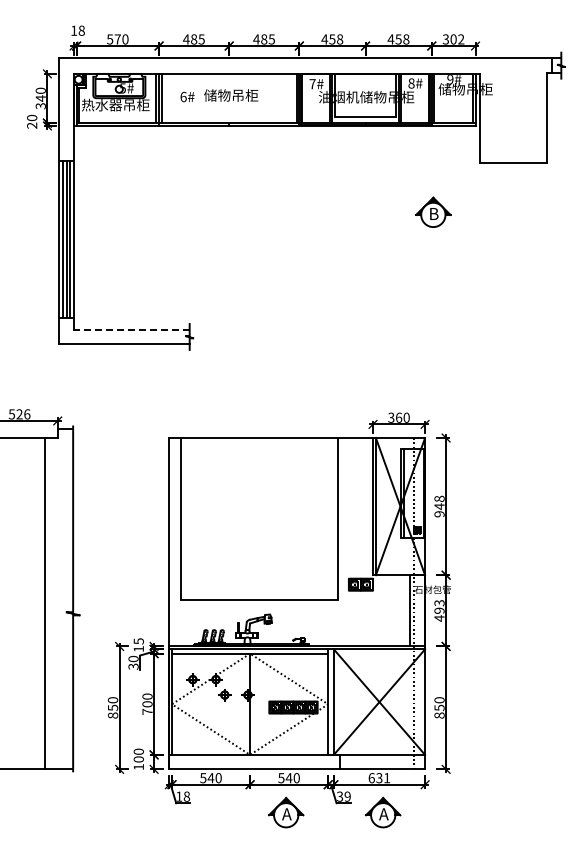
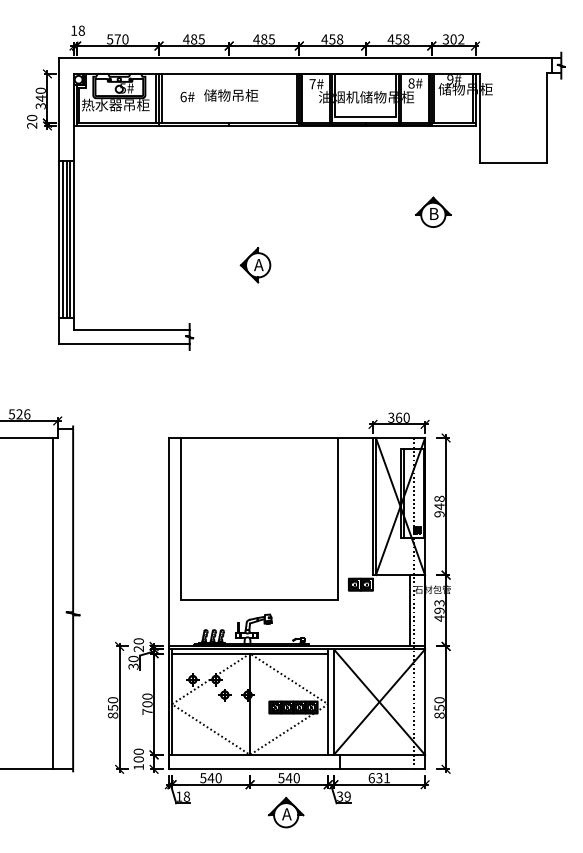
part at (255, 265): none -> present
line at (131, 329): dashed -> solid
line at (45, 603) position: (45, 603) -> (53, 603)
text at (138, 645): 15 -> 20
part at (383, 812): present -> none
